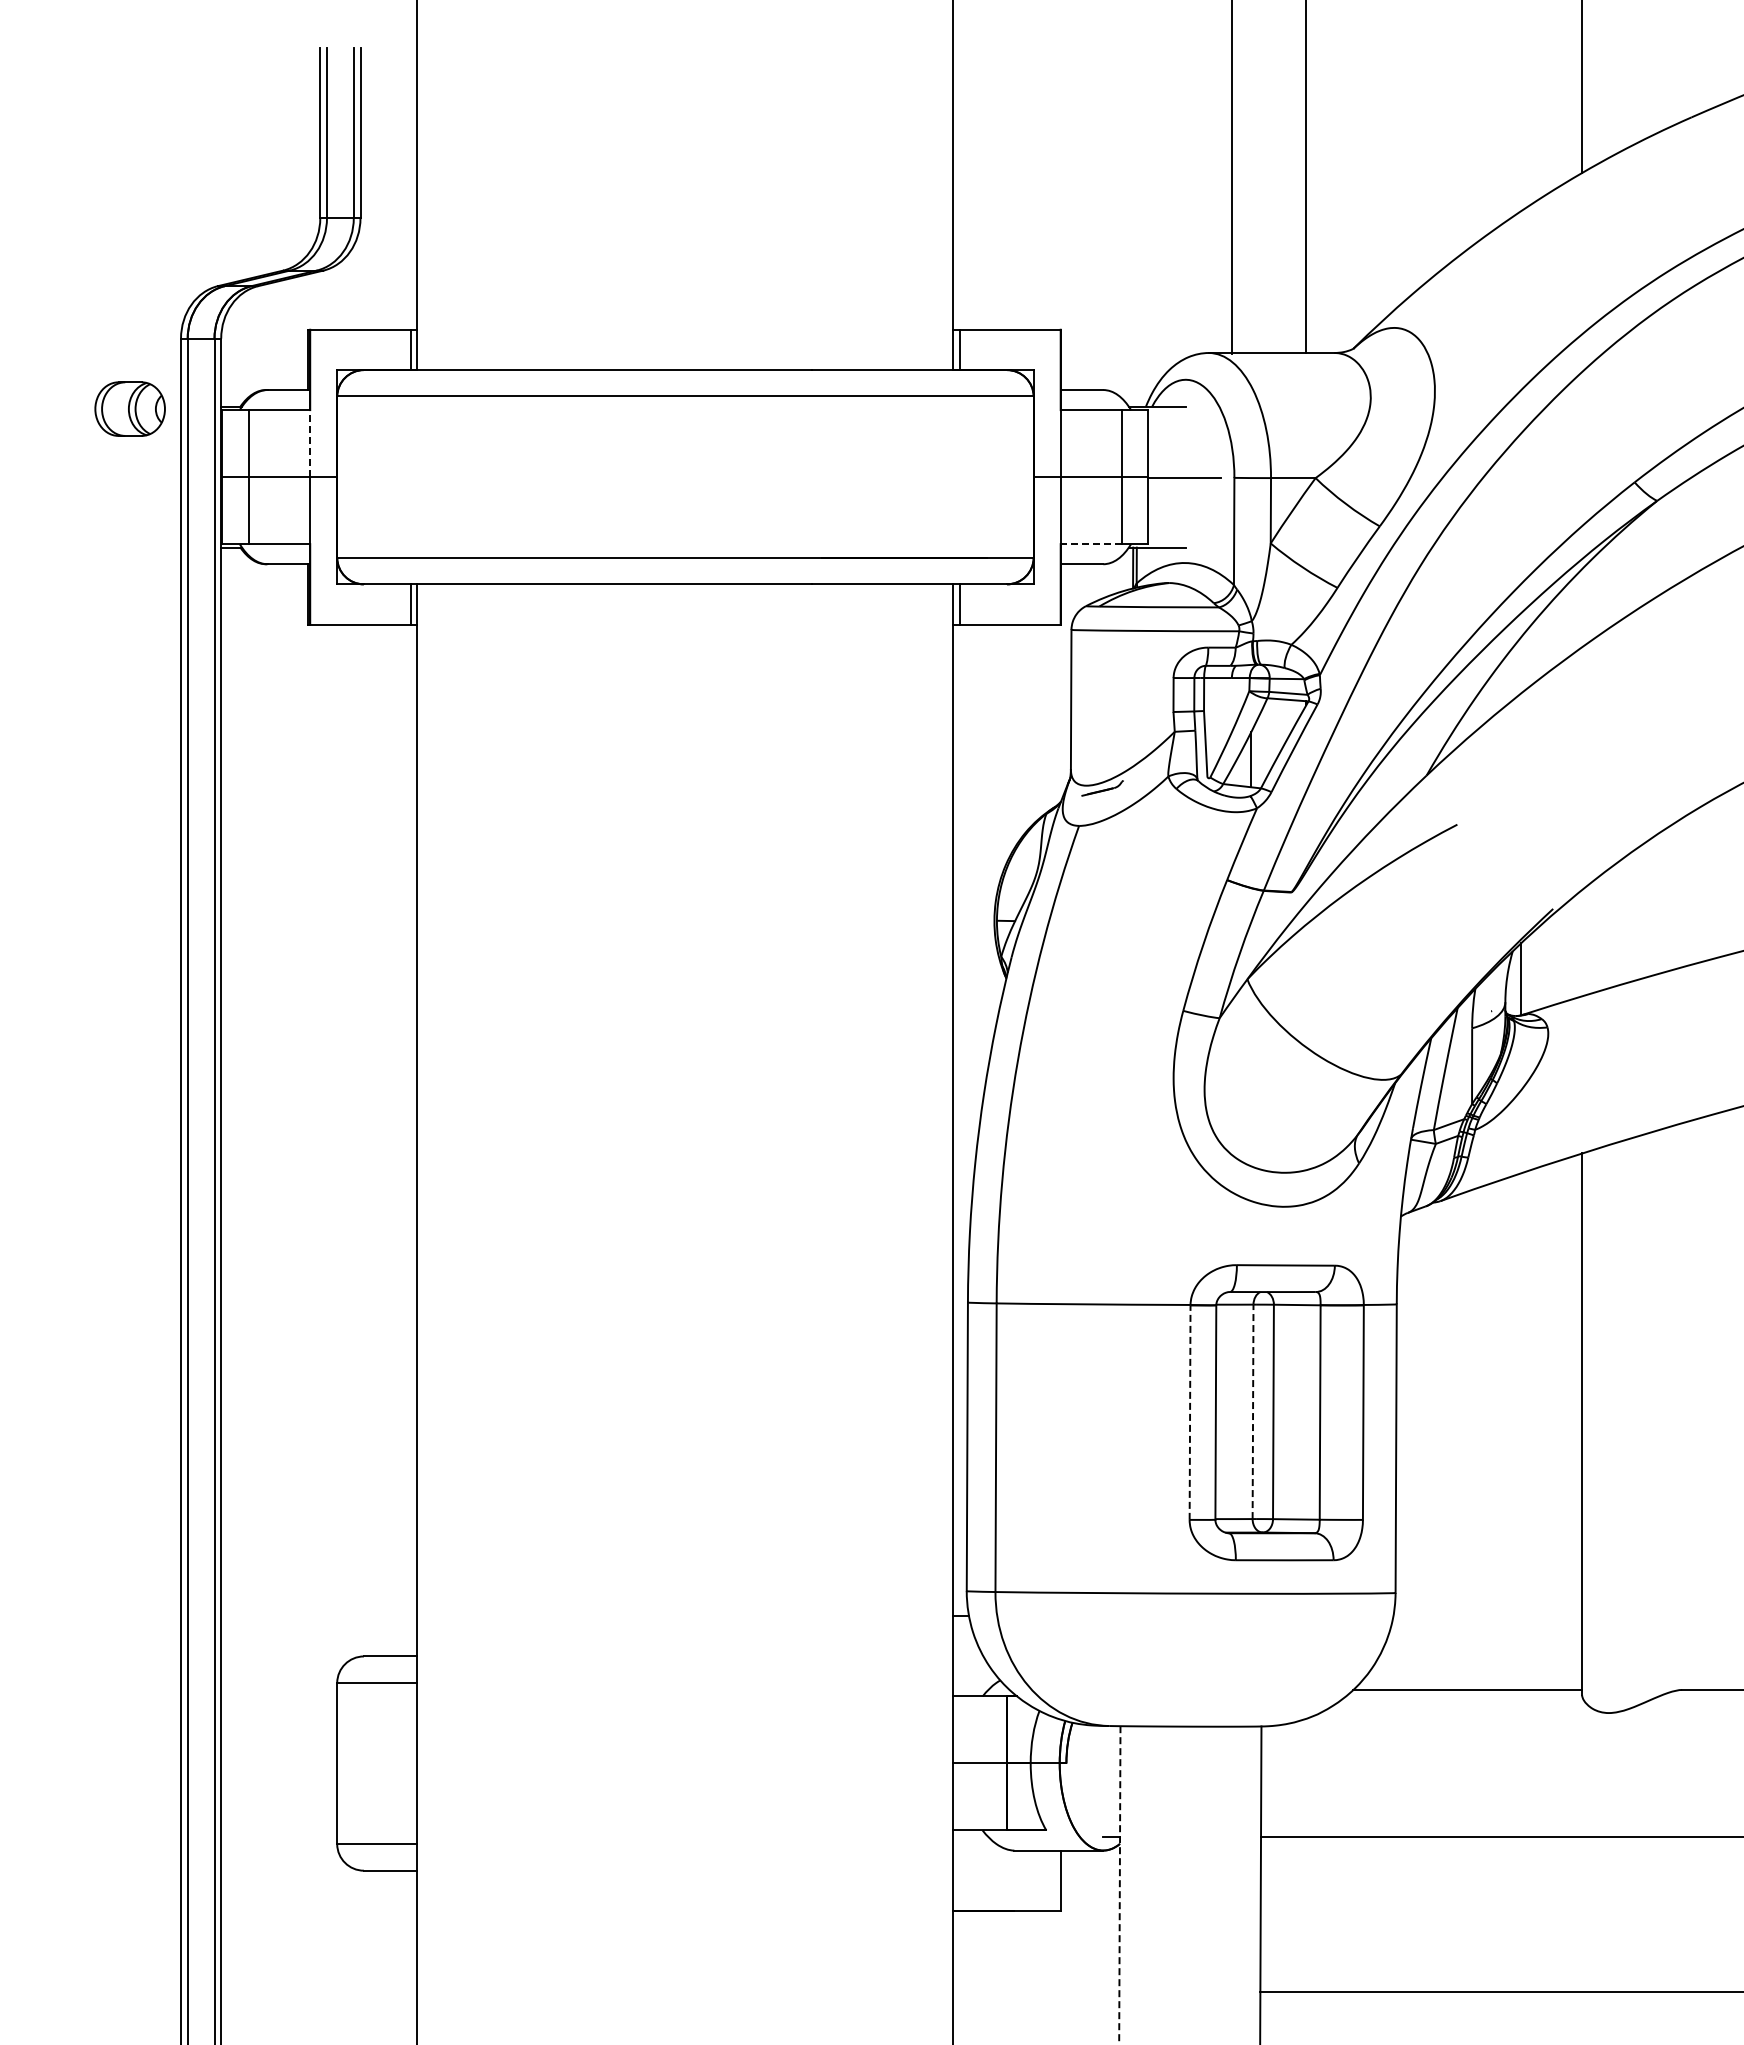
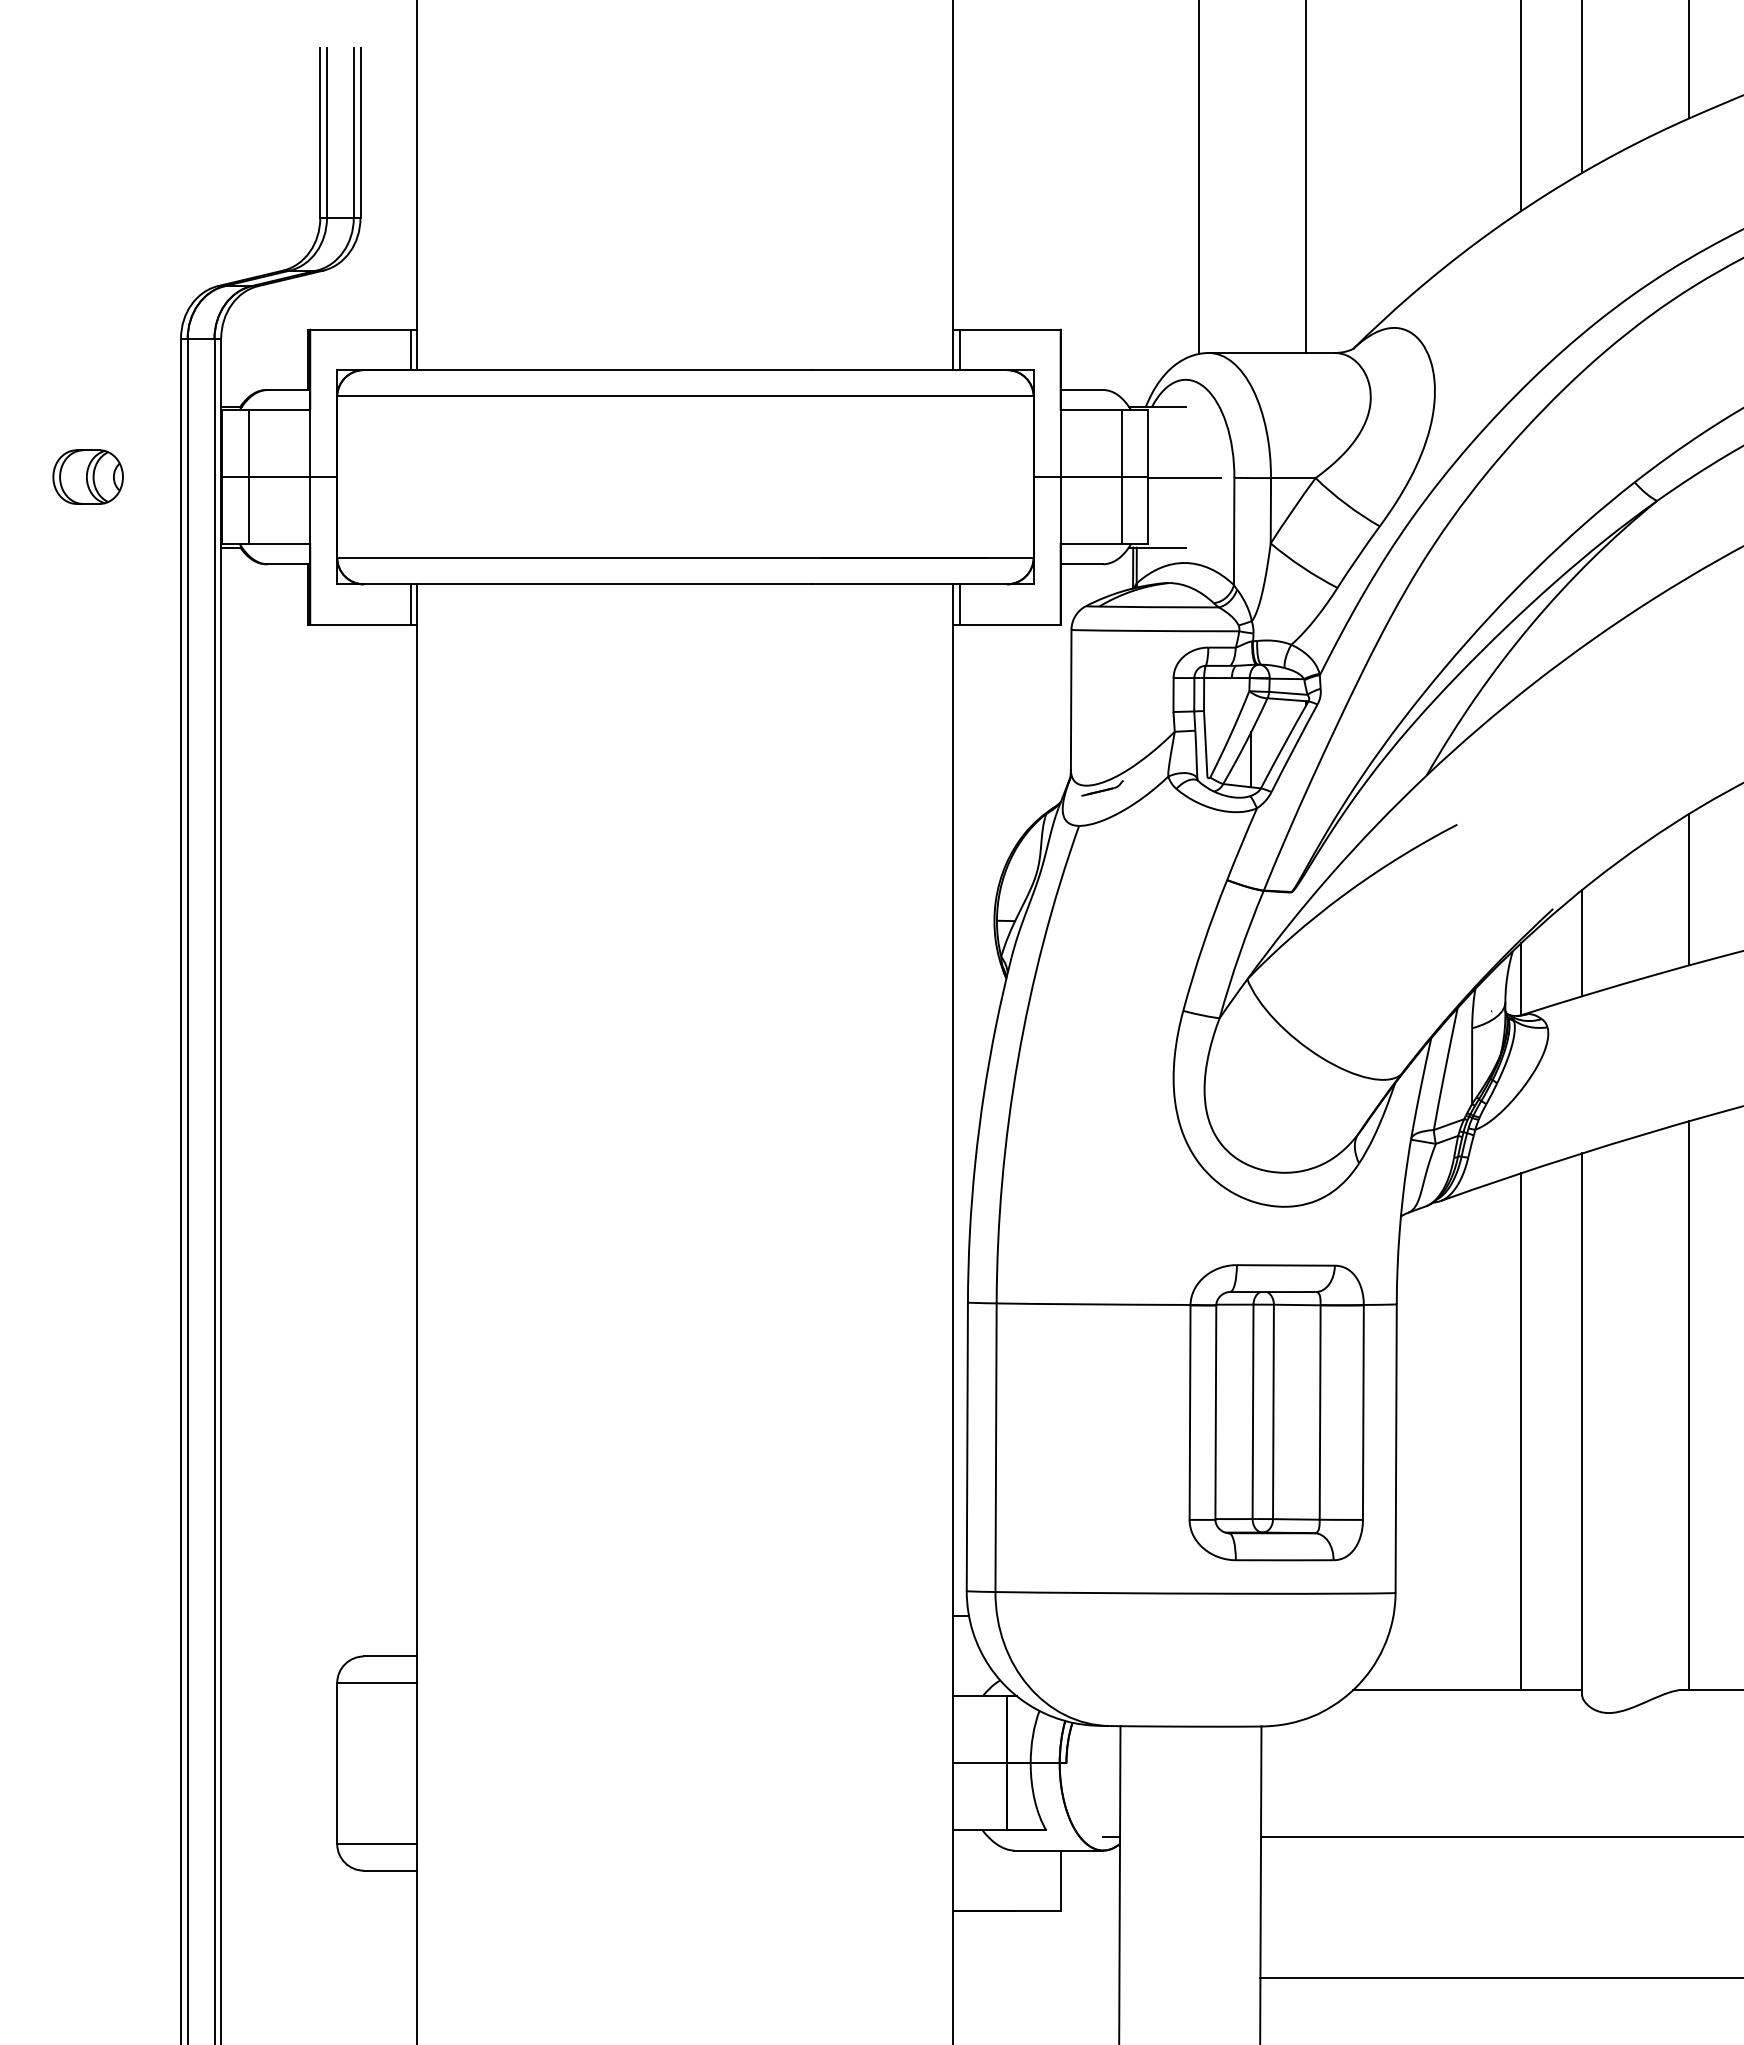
line at (1689, 60): none -> present
line at (1520, 106): none -> present
line at (1232, 177) position: (1232, 177) -> (1199, 177)
part at (129, 408) position: (129, 408) -> (87, 476)
line at (310, 443): dashed -> solid
line at (1090, 544): dashed -> solid
line at (1689, 889): none -> present
line at (1582, 943): none -> present
line at (1689, 1405): none -> present
line at (1253, 1411): dashed -> solid
line at (1190, 1412): dashed -> solid
line at (1520, 1431): none -> present
line at (1119, 1885): dashed -> solid
line at (1500, 1992) position: (1500, 1992) -> (1500, 1978)
